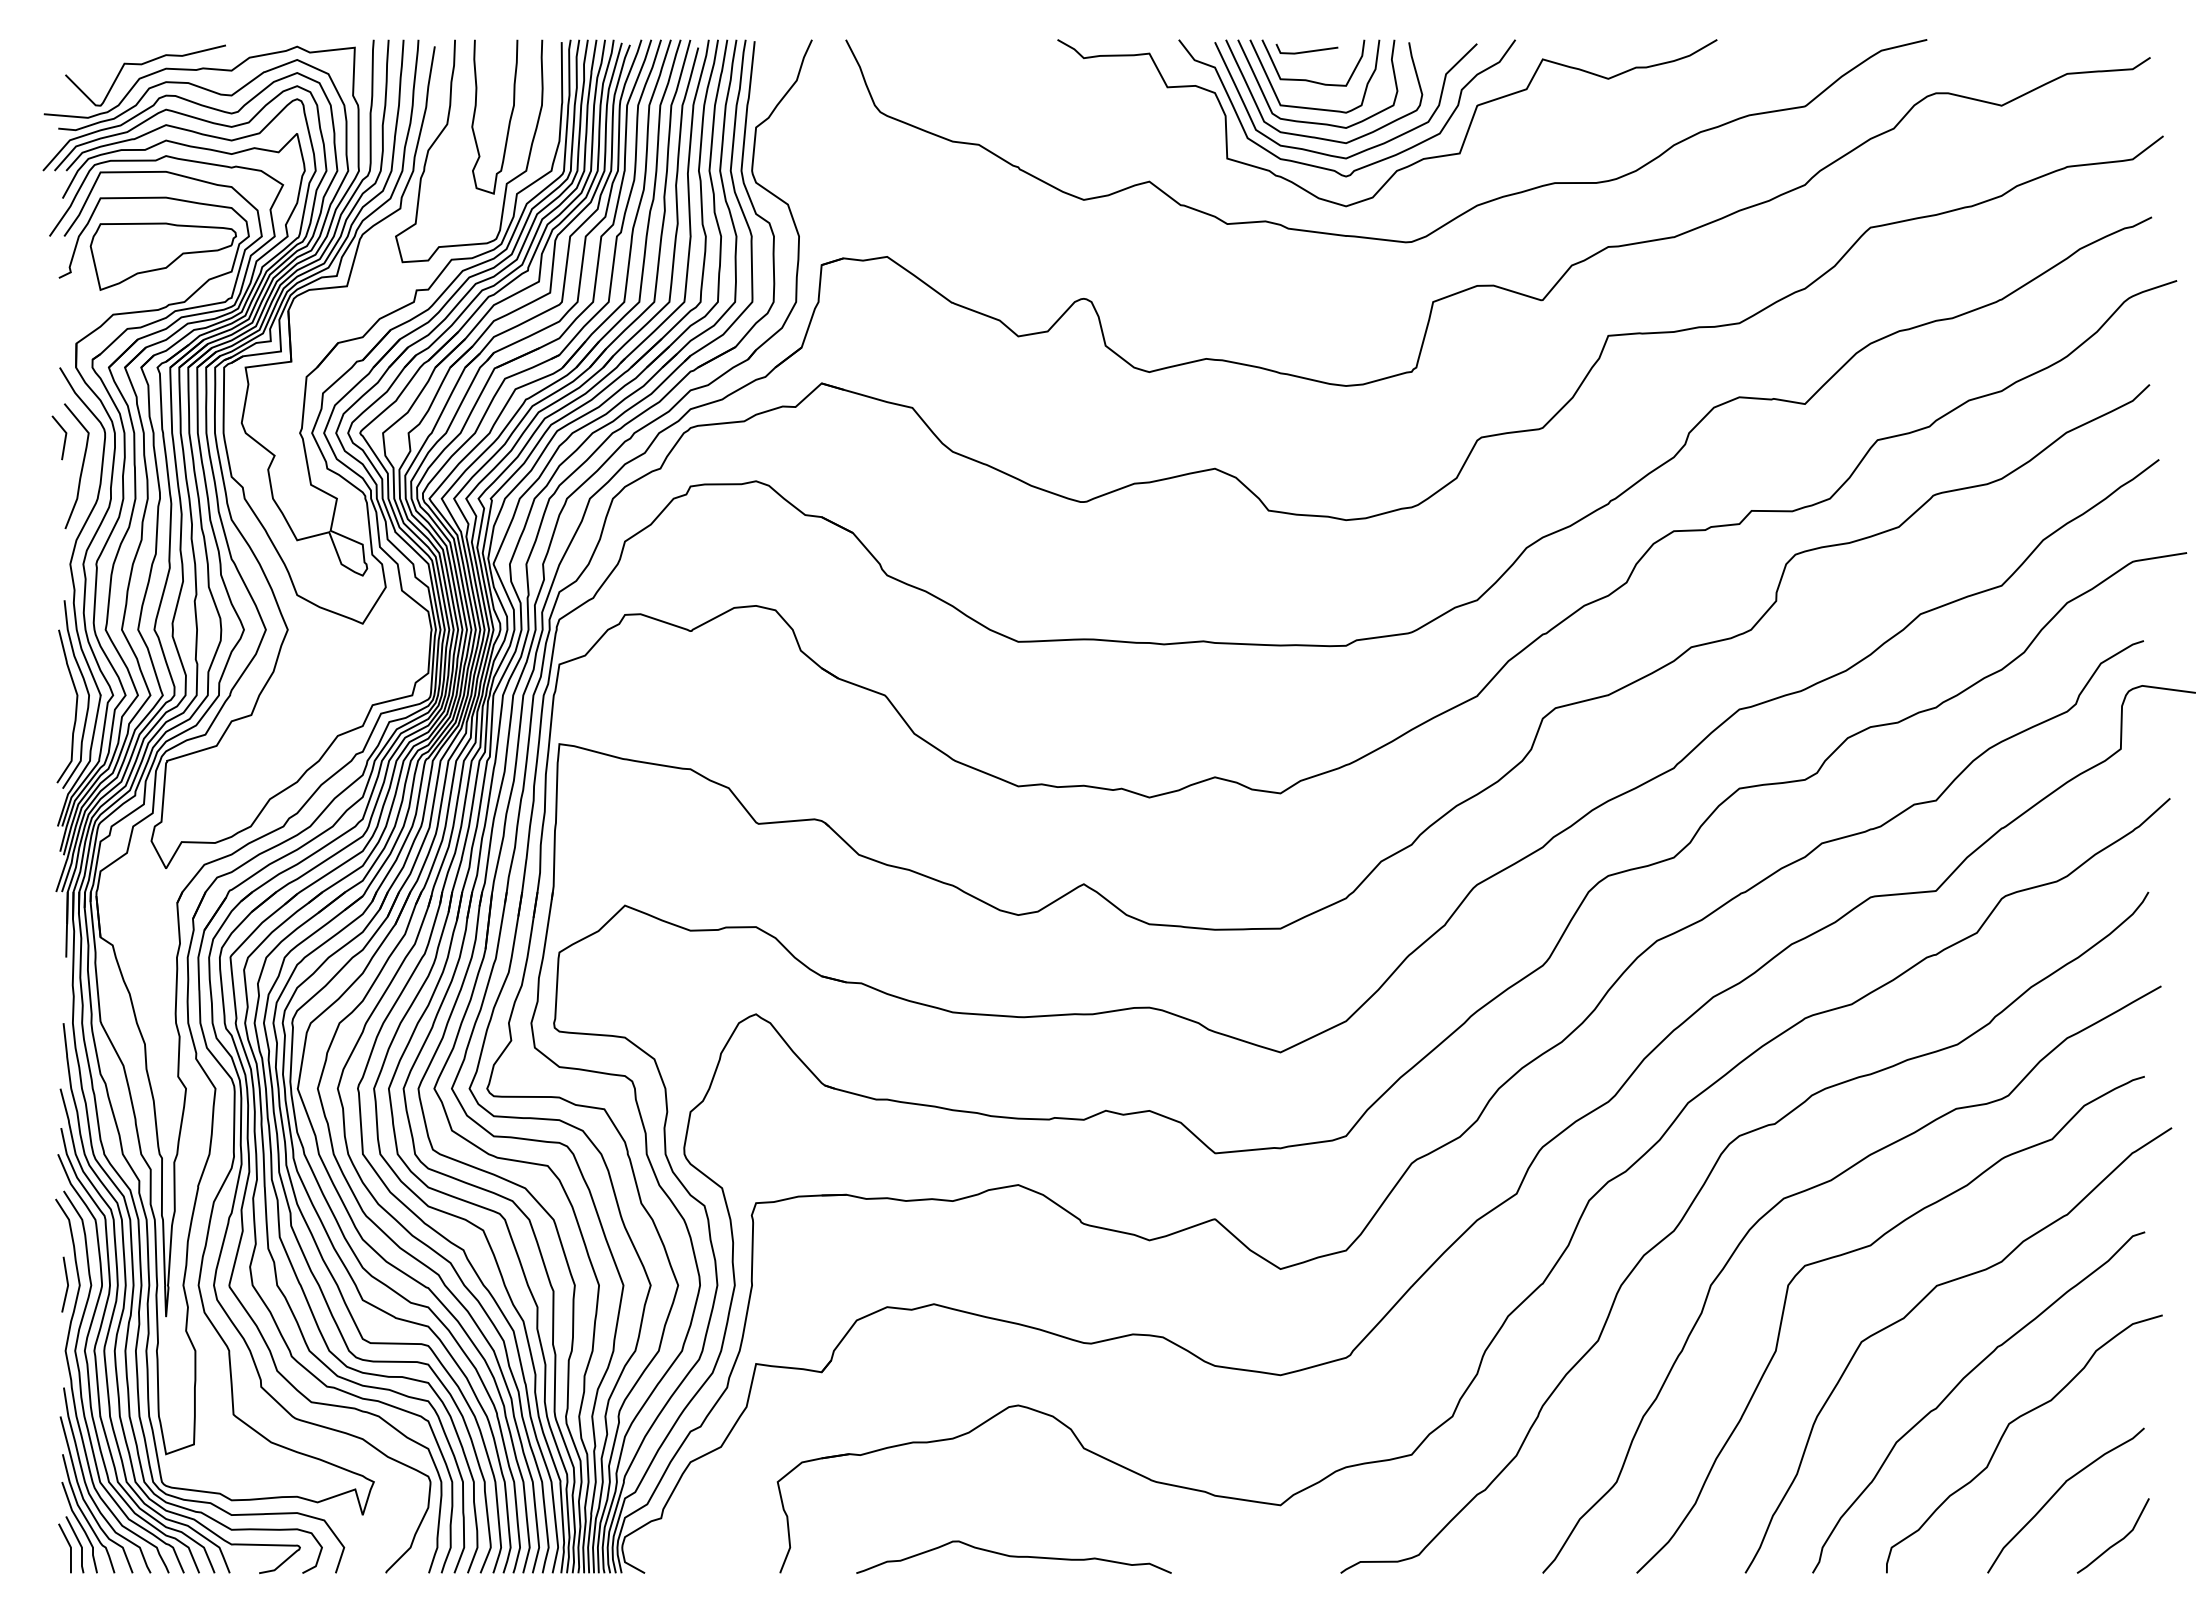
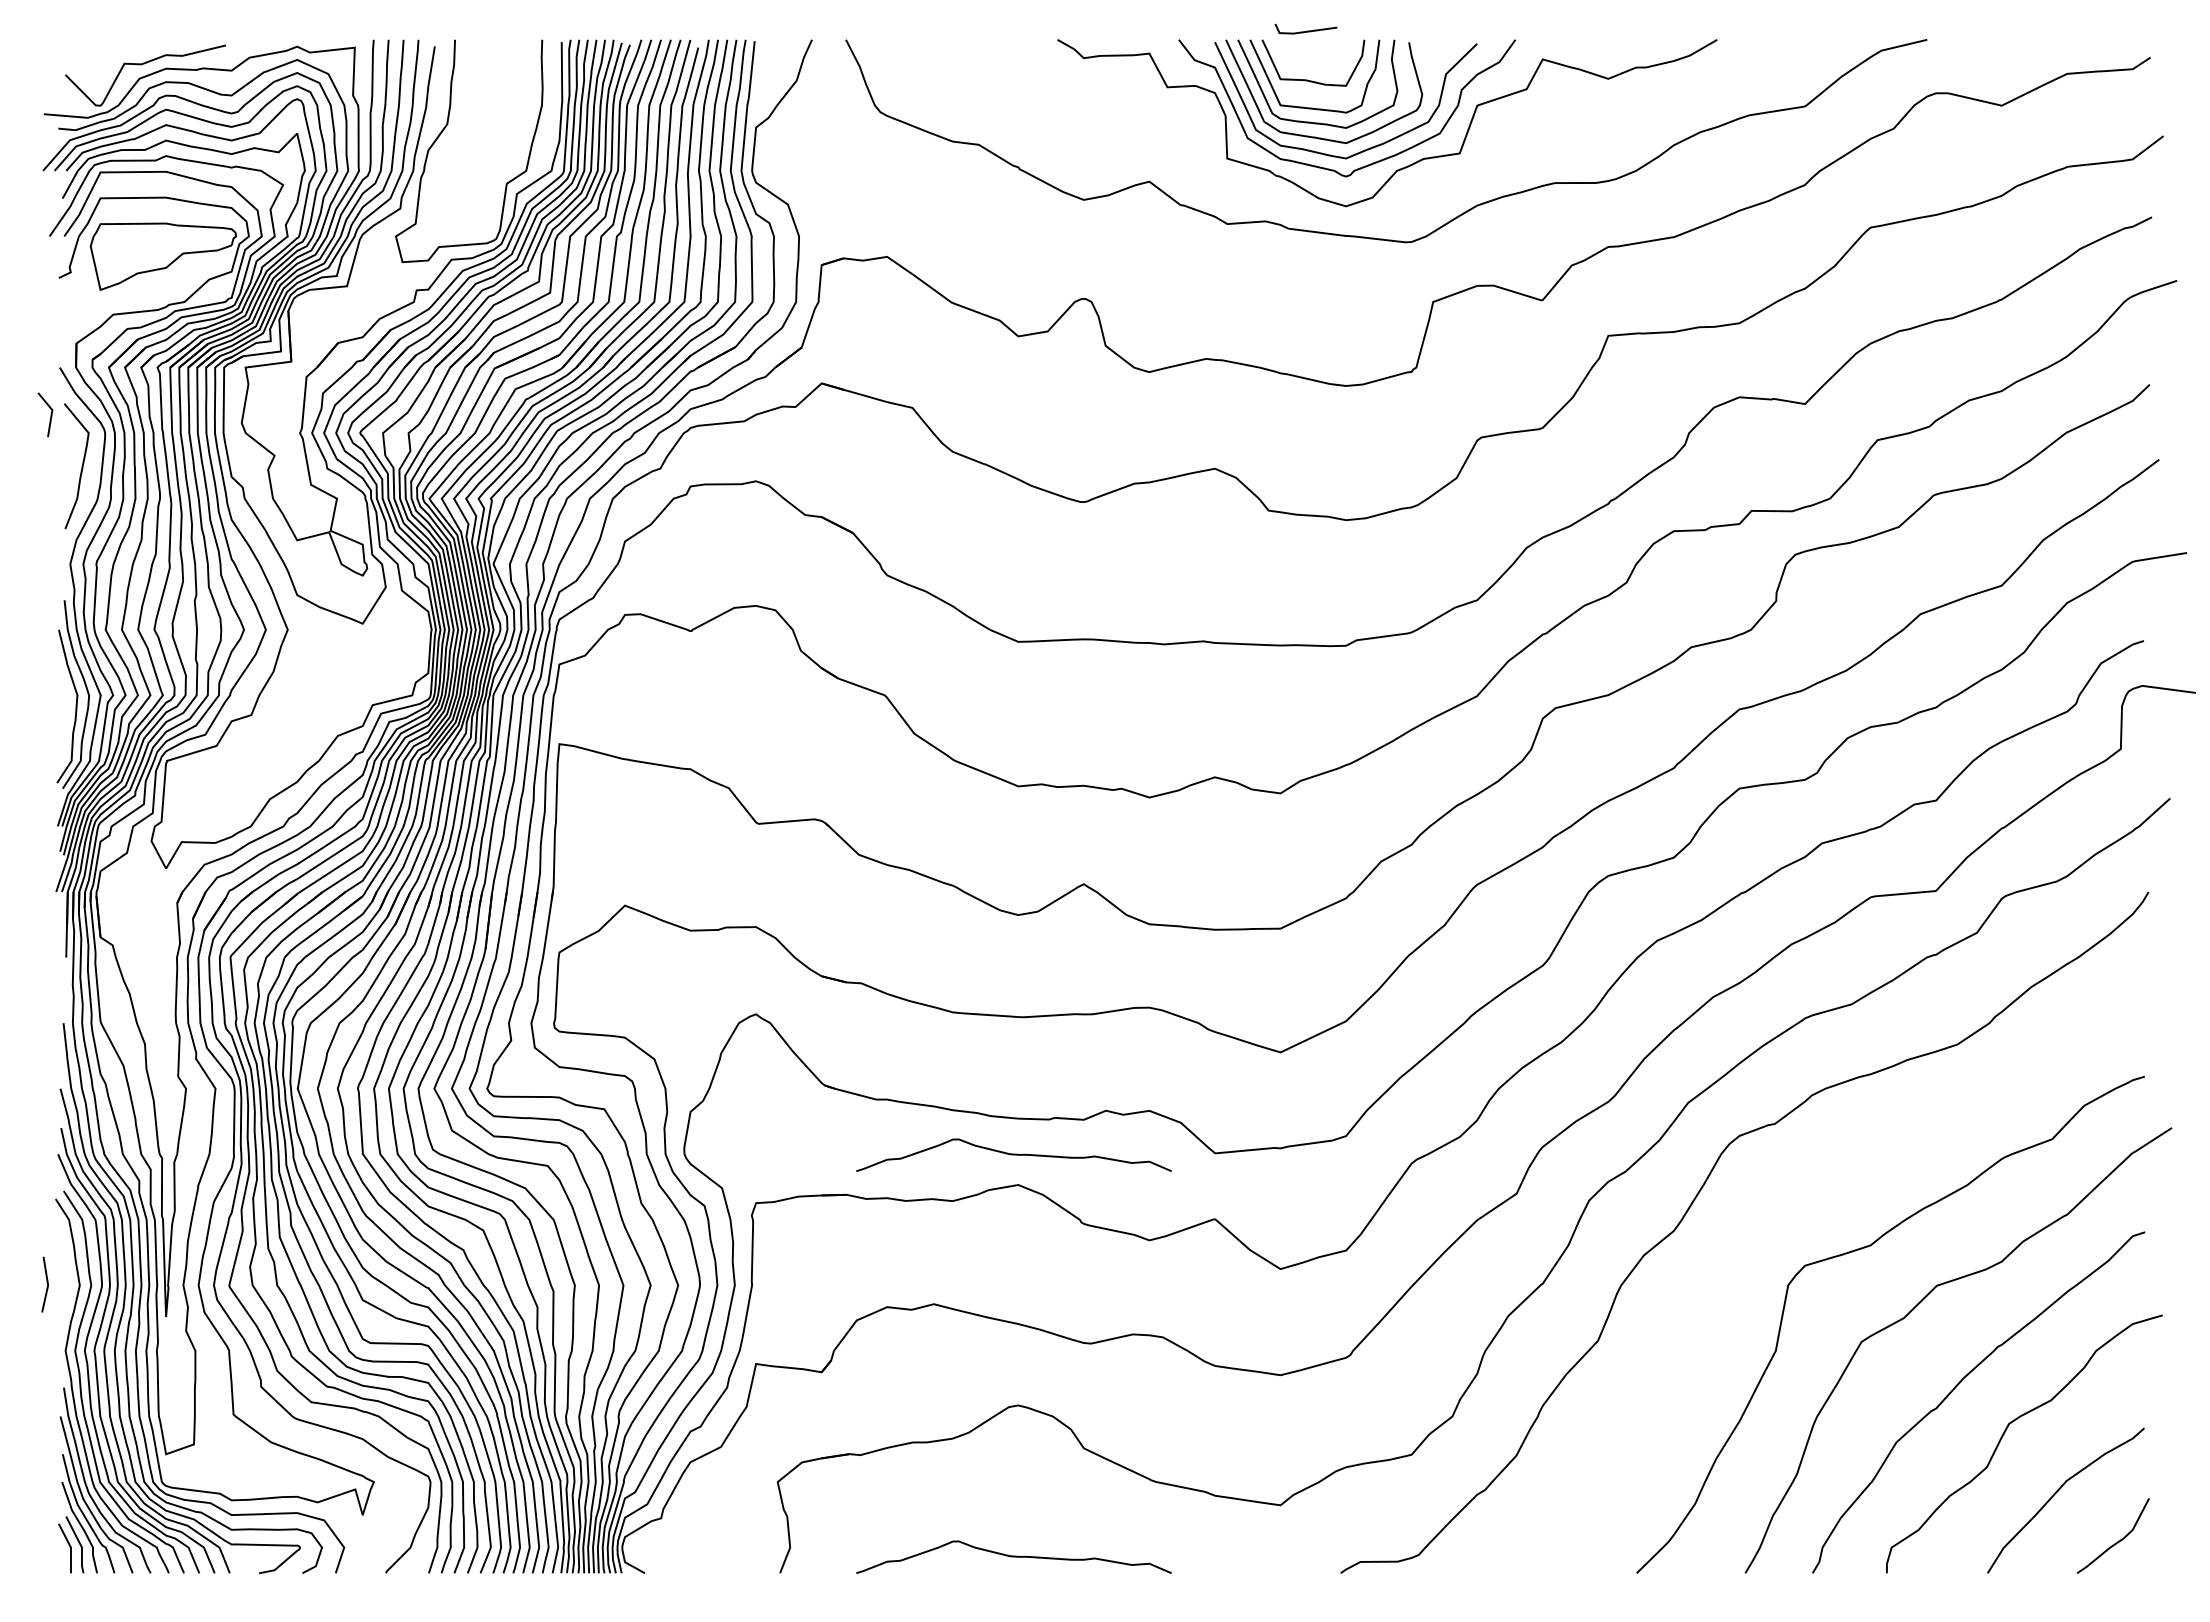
line at (1307, 50) position: (1307, 50) -> (1306, 30)
curve at (509, 118): present -> none
line at (64, 437) position: (64, 437) -> (50, 414)
curve at (1013, 1154): none -> present
curve at (1816, 1187): present -> none
line at (66, 1282) position: (66, 1282) -> (46, 1282)
